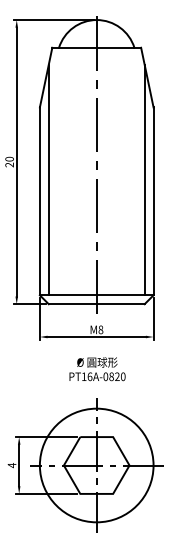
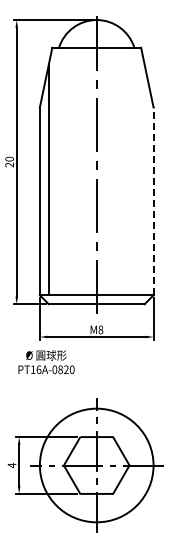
line at (144, 179): present -> none
line at (153, 201): solid -> dashed
text at (97, 369) position: (97, 369) -> (46, 362)
